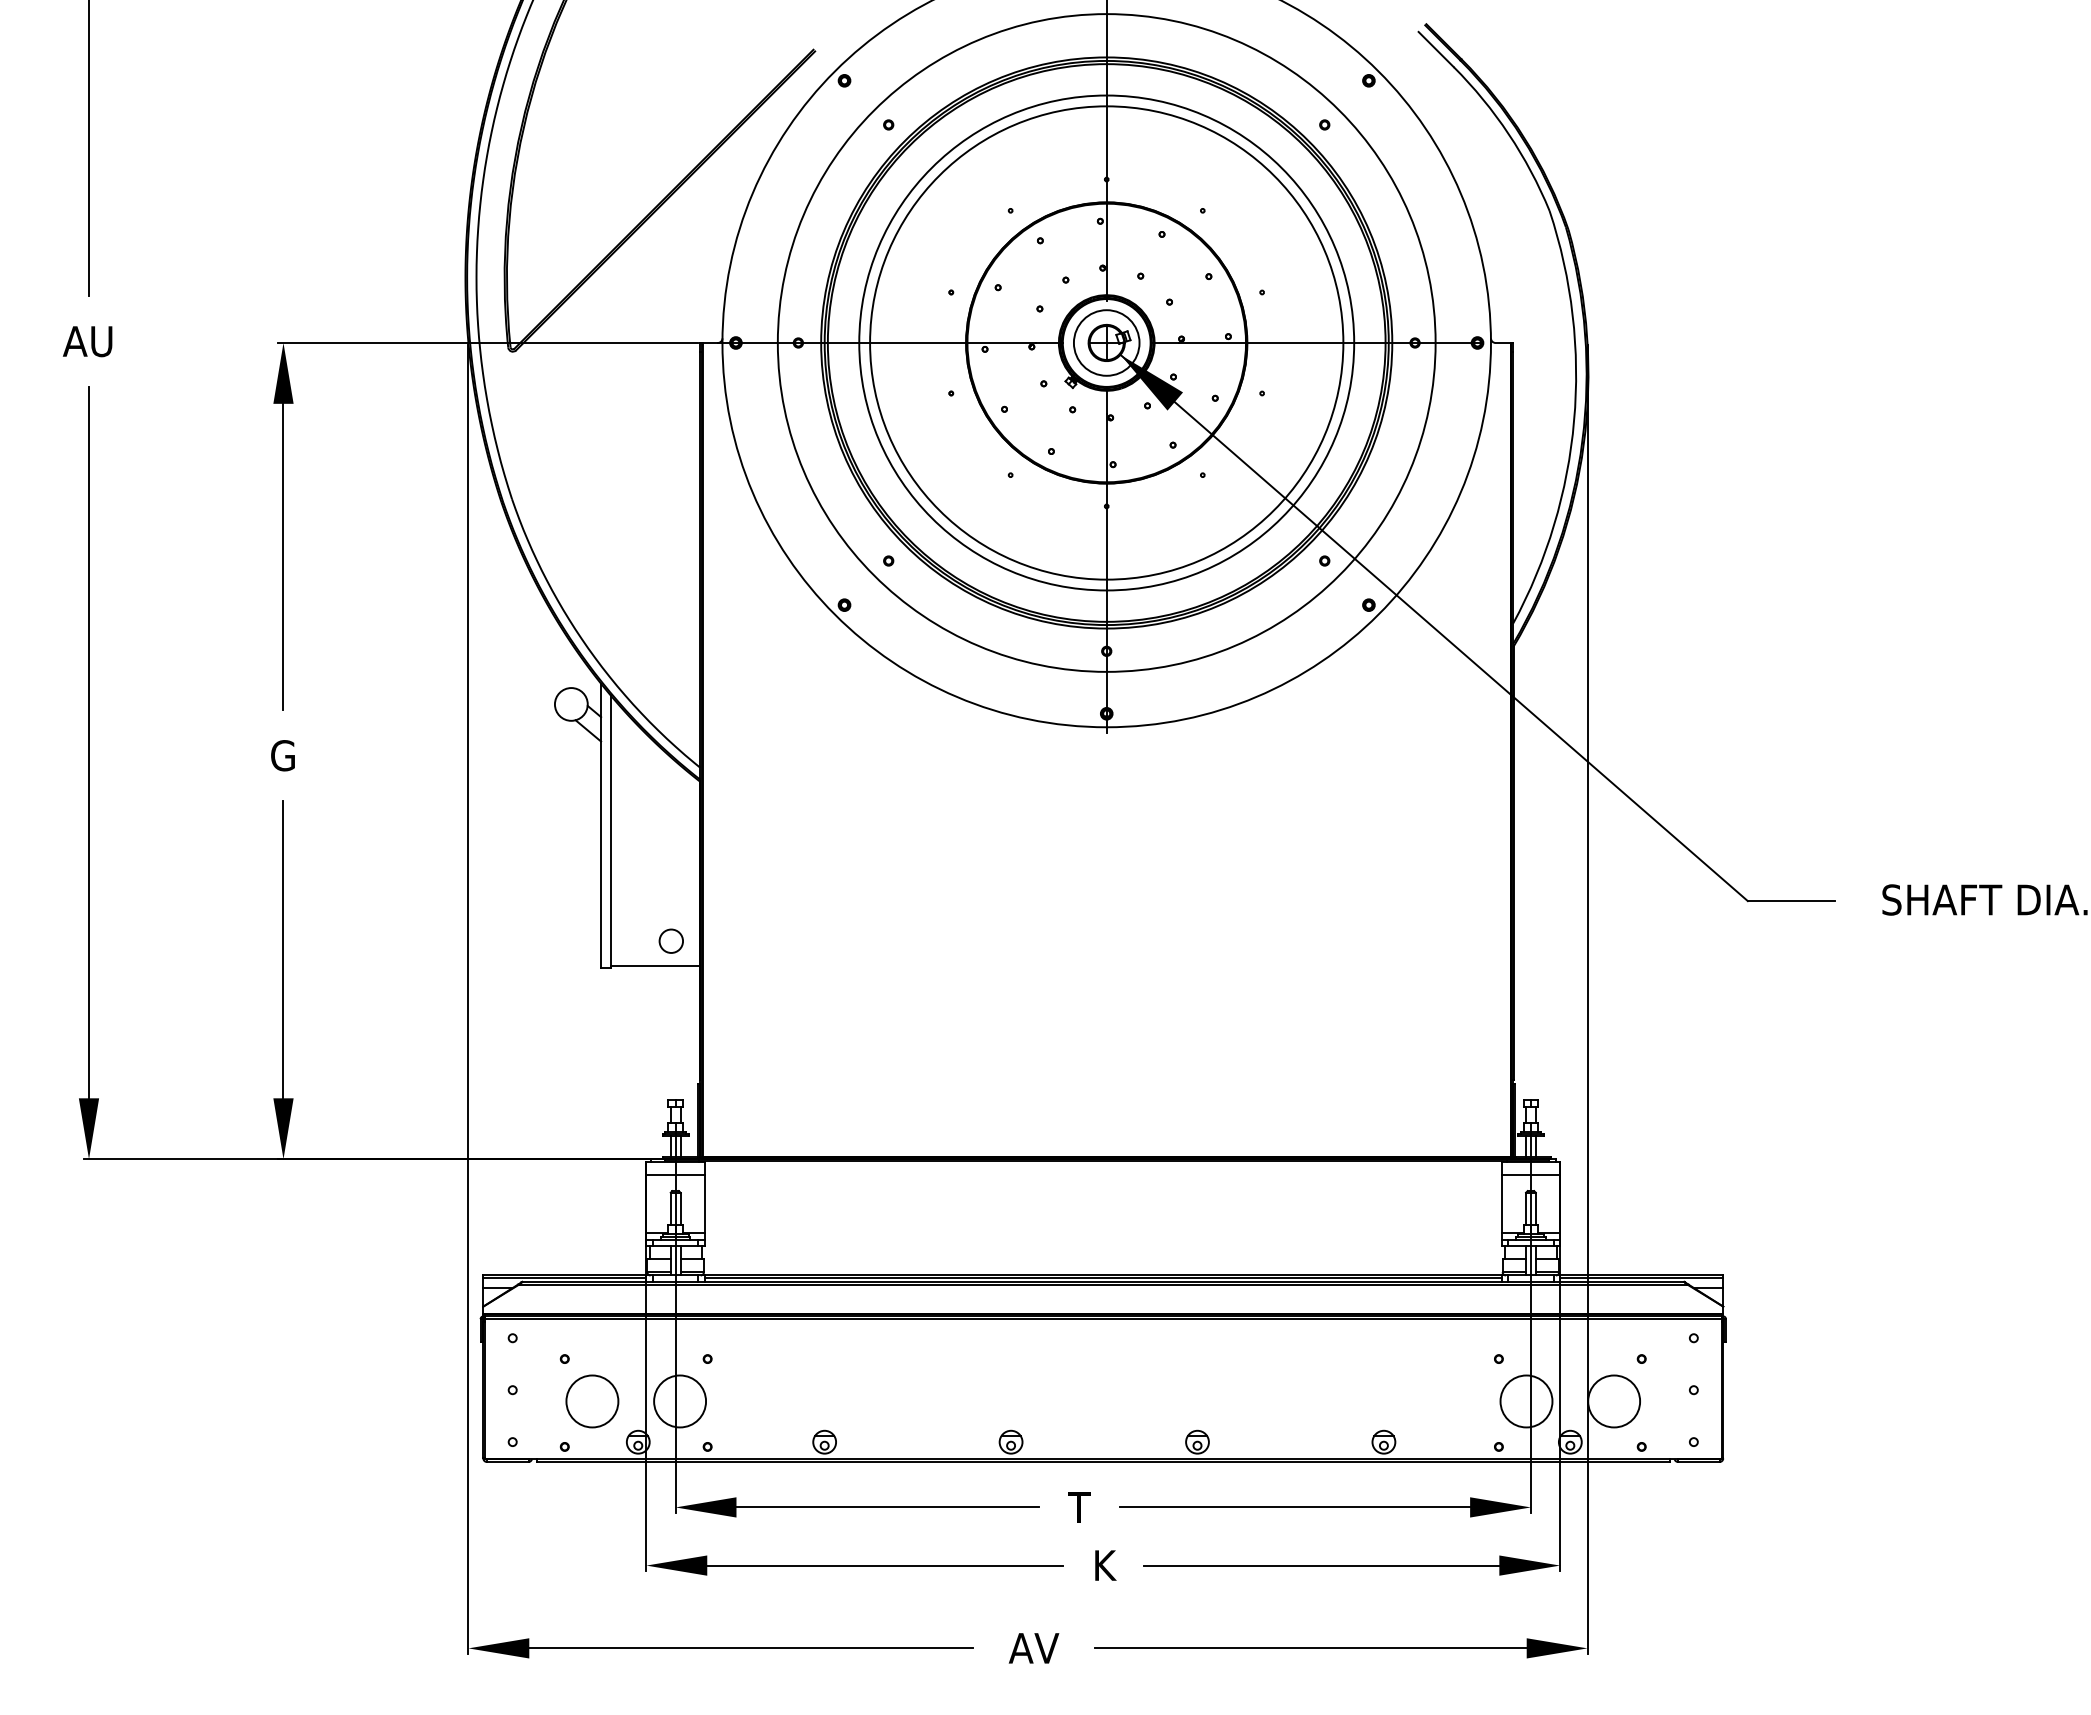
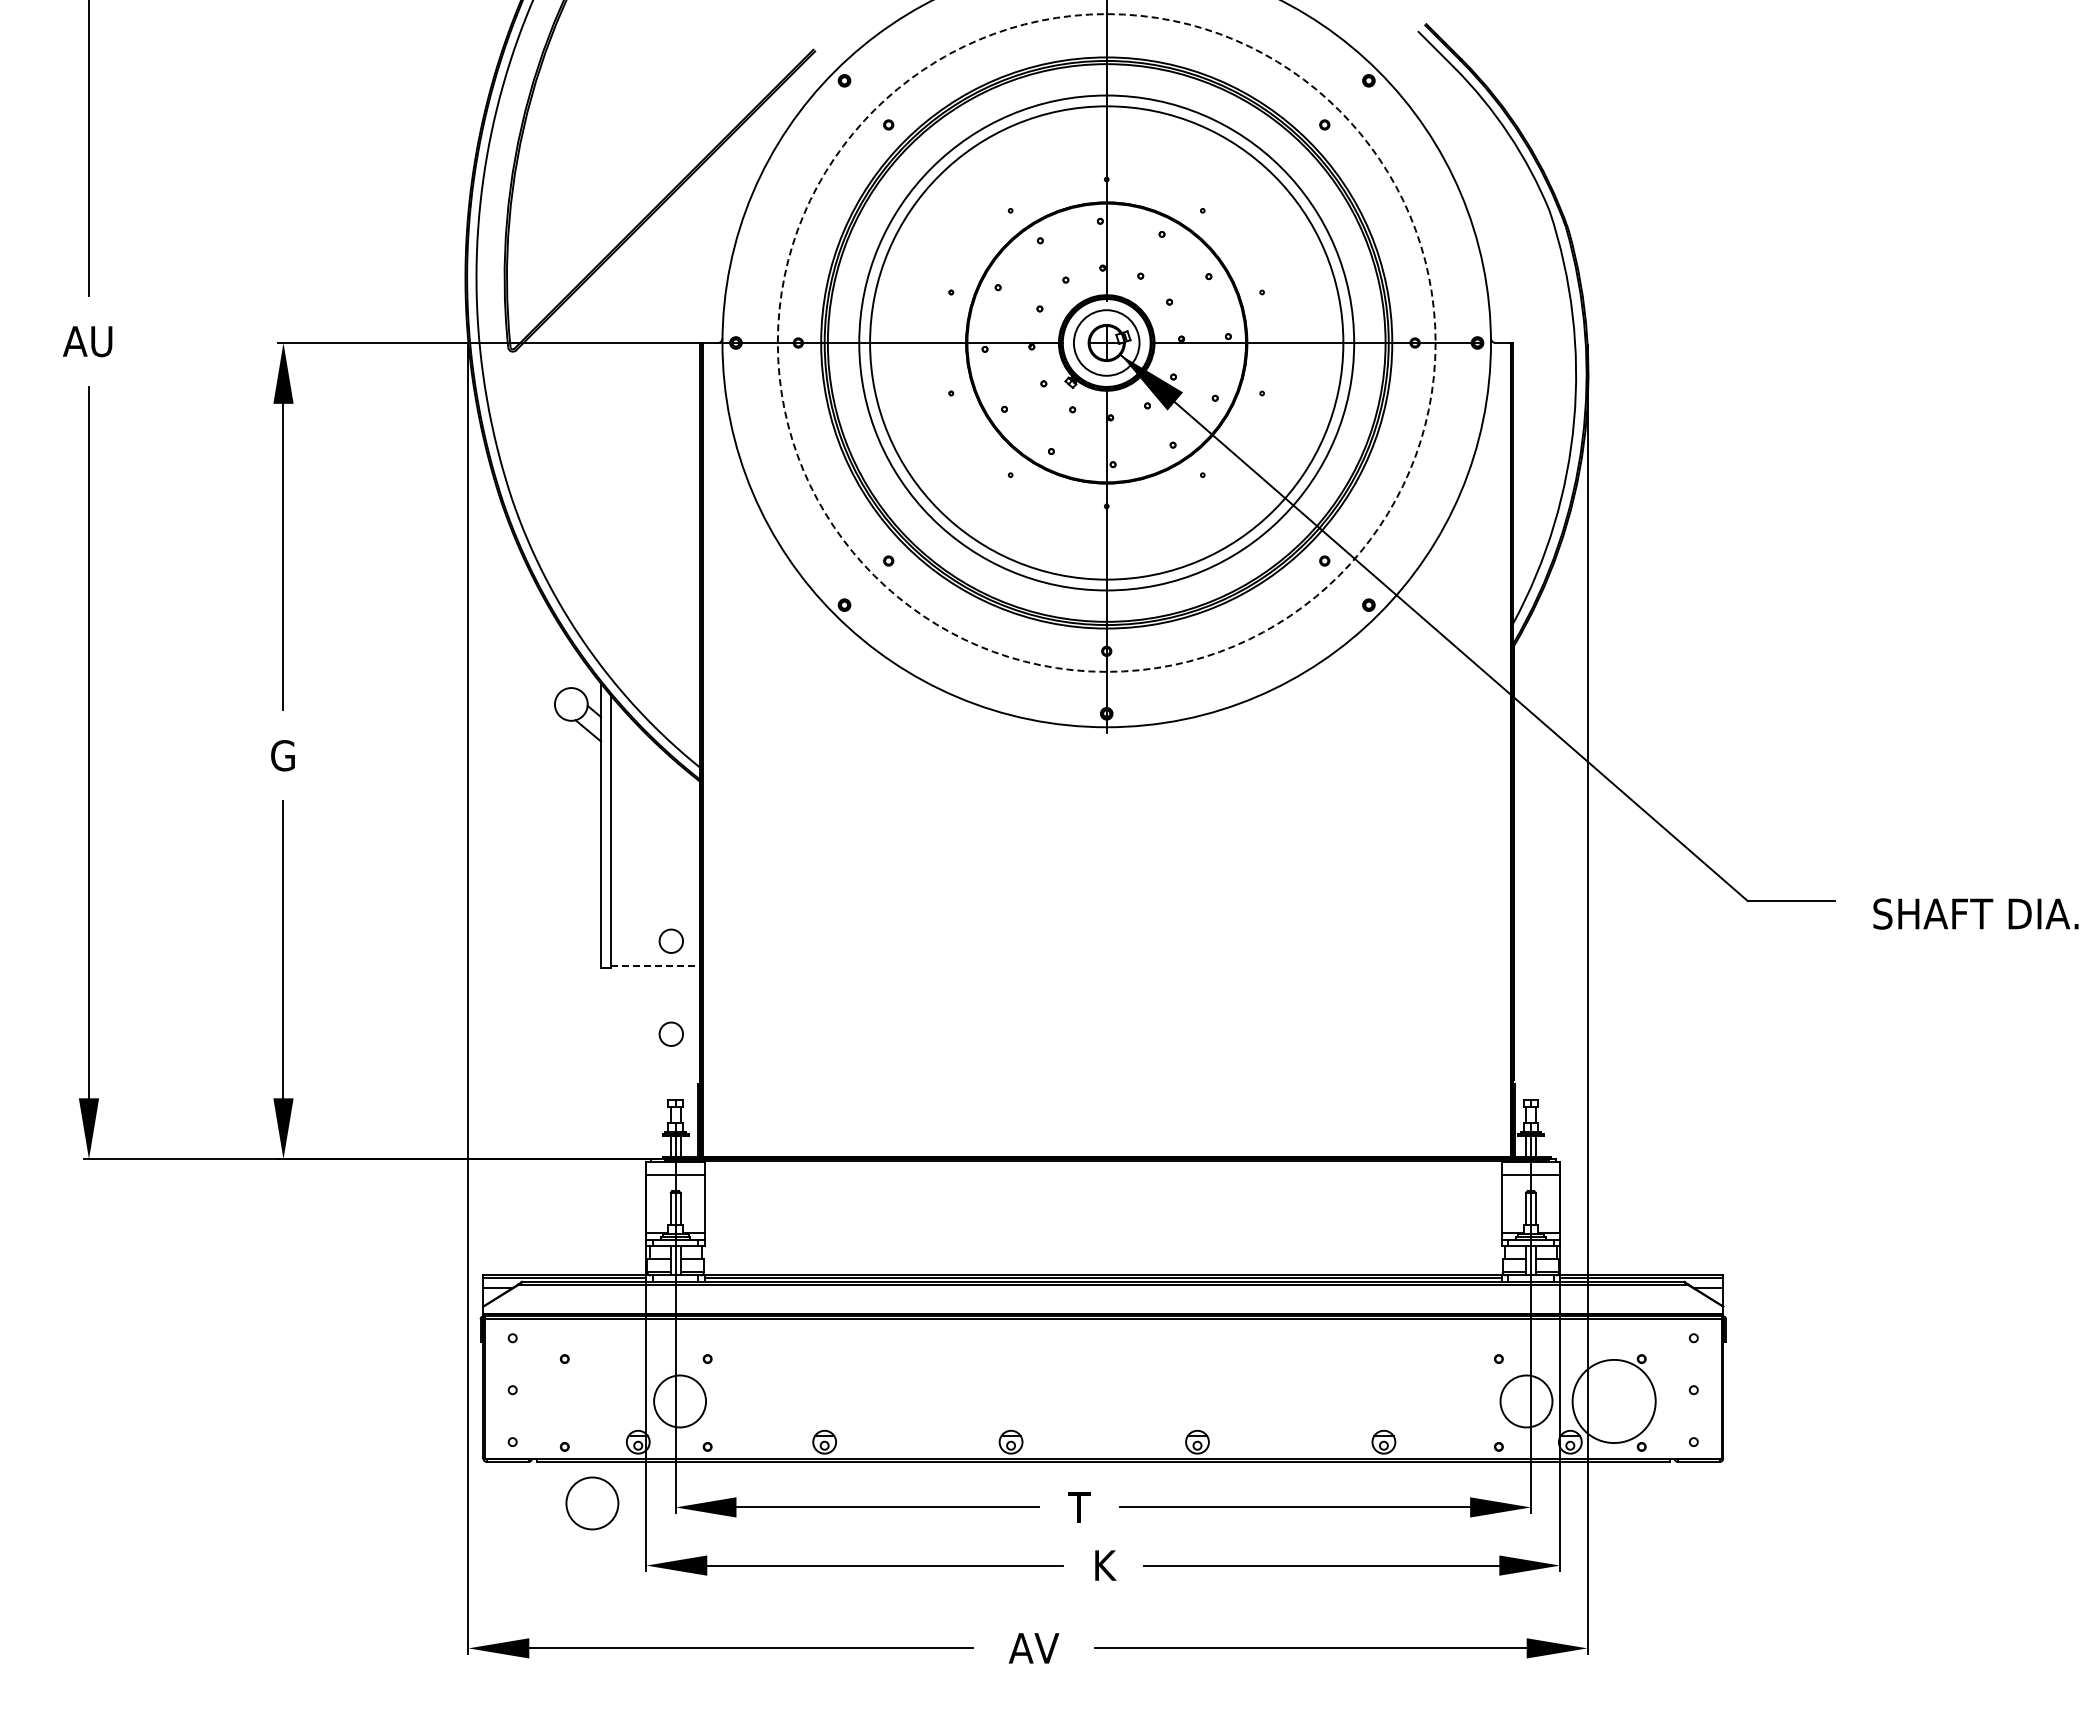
circle at (1106, 342): solid -> dashed
text at (1984, 899) position: (1984, 899) -> (1975, 913)
line at (655, 965): solid -> dashed
circle at (670, 1033): none -> present
circle at (592, 1401) position: (592, 1401) -> (592, 1503)
circle at (1614, 1401) diameter: 52 px -> 83 px
